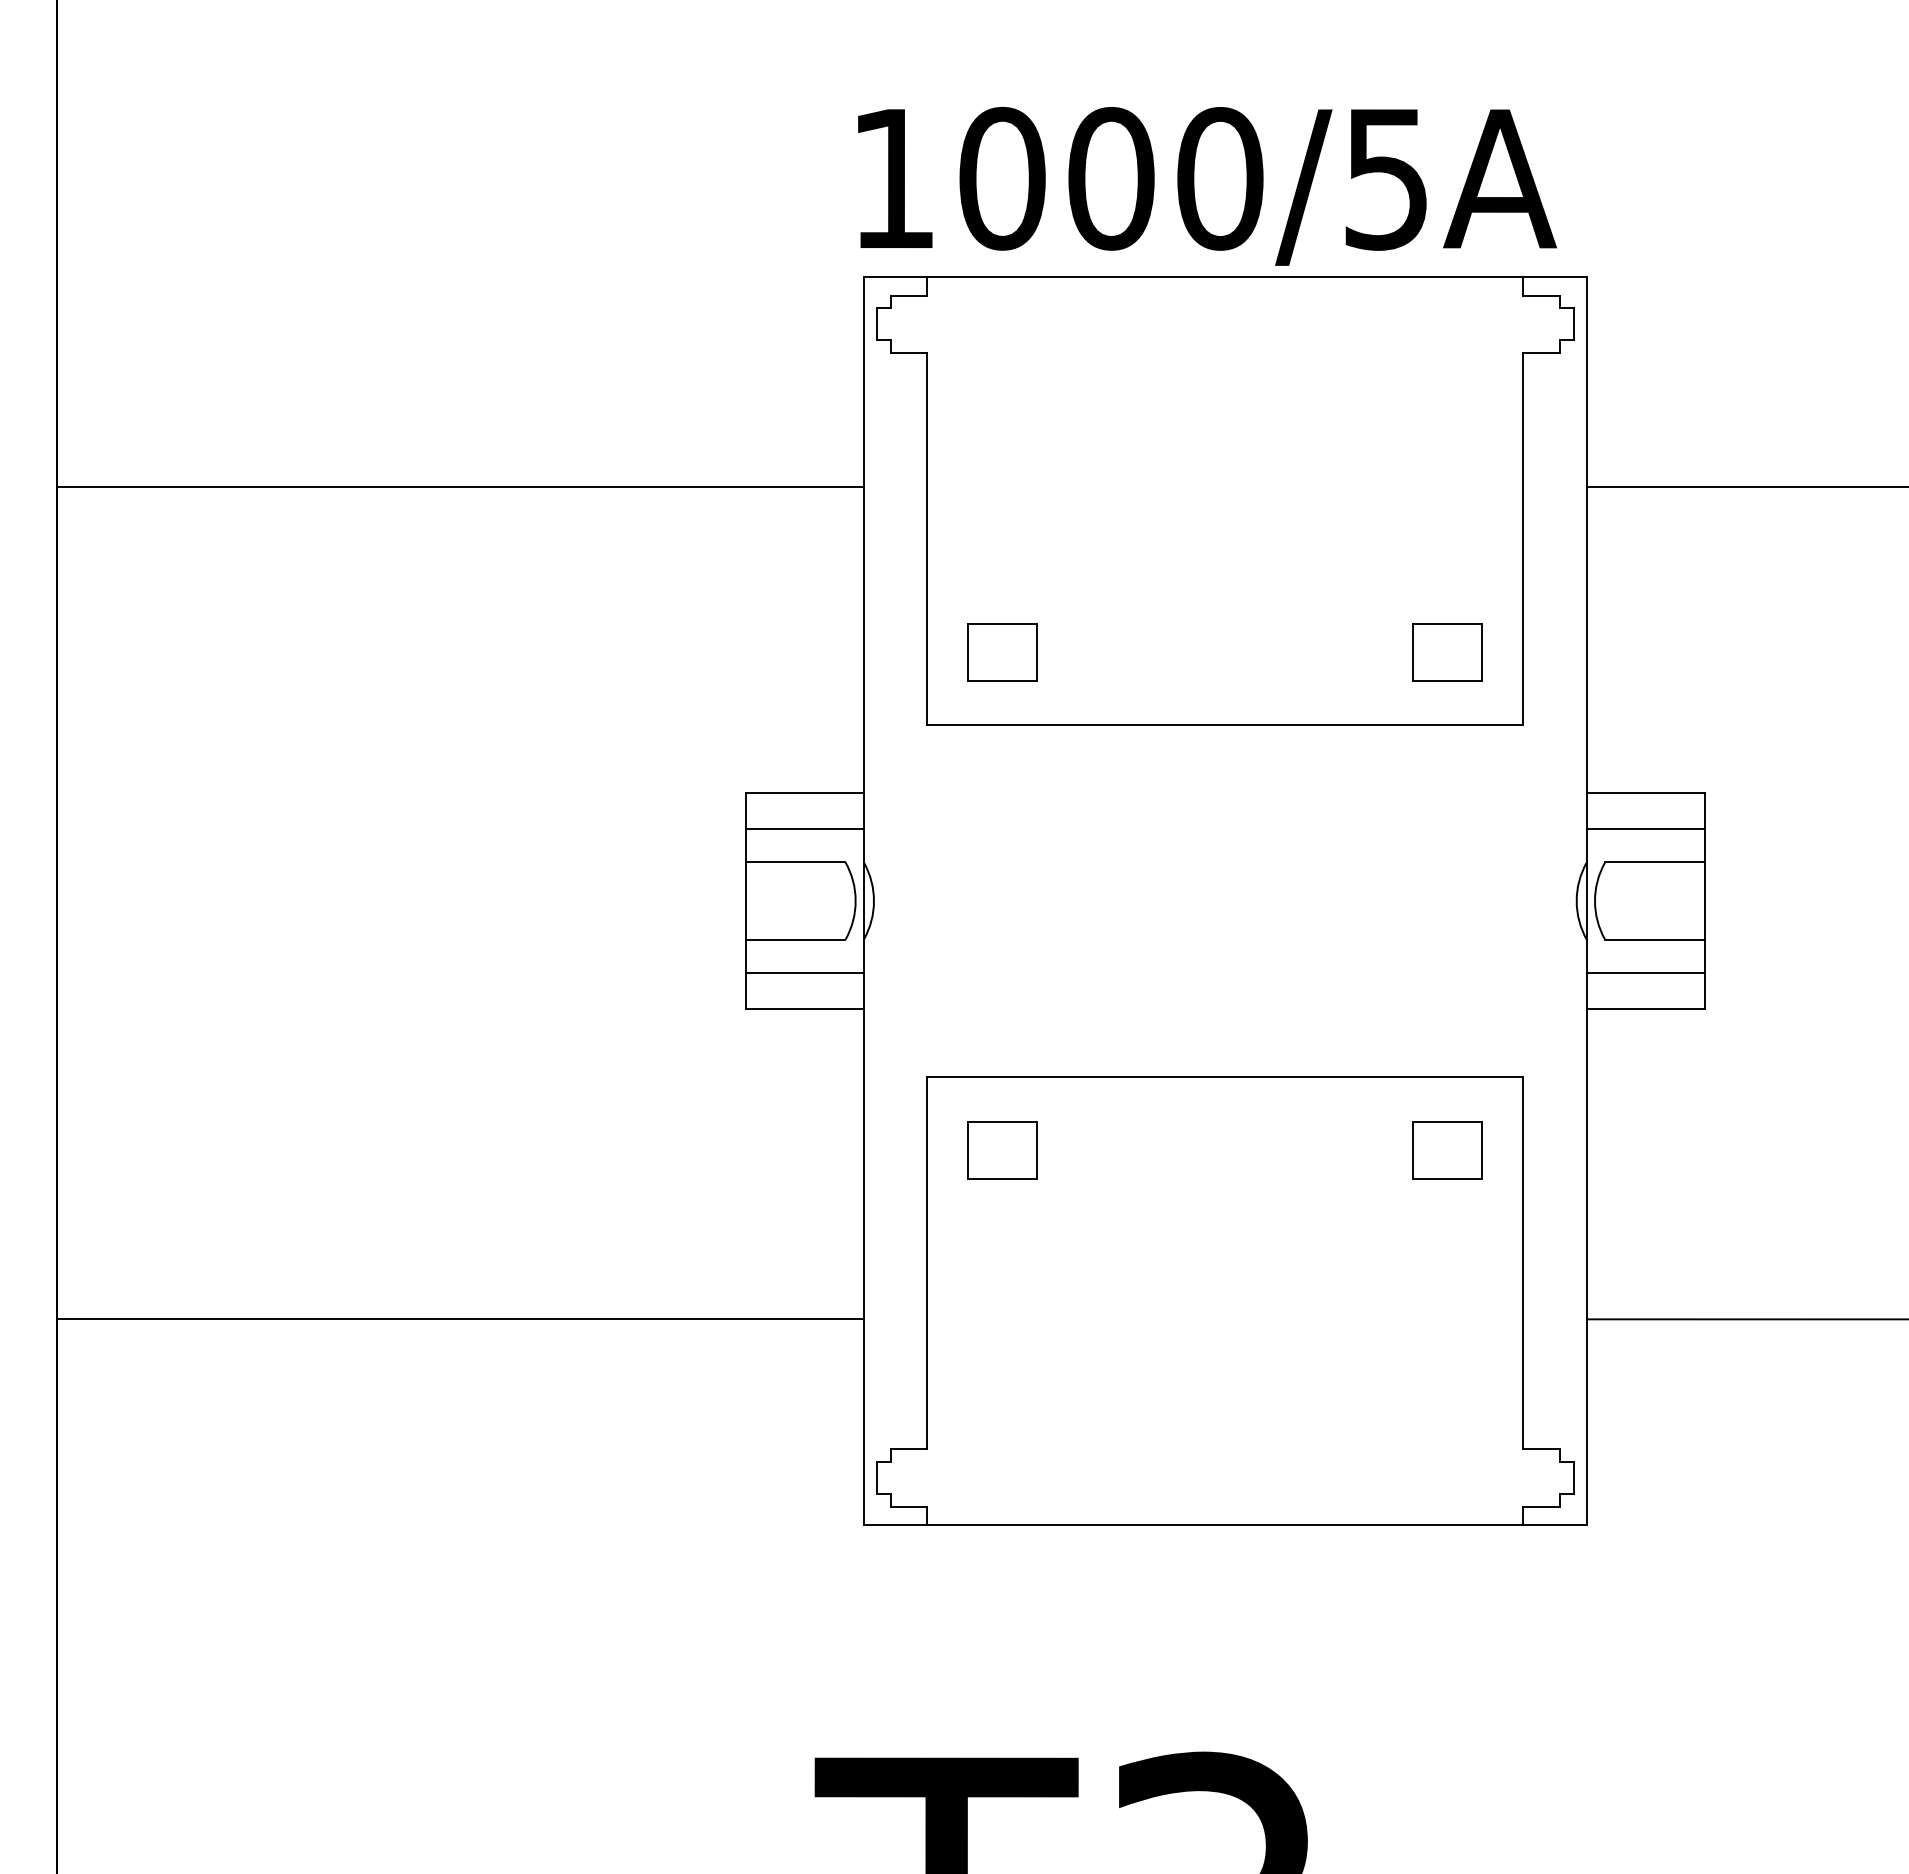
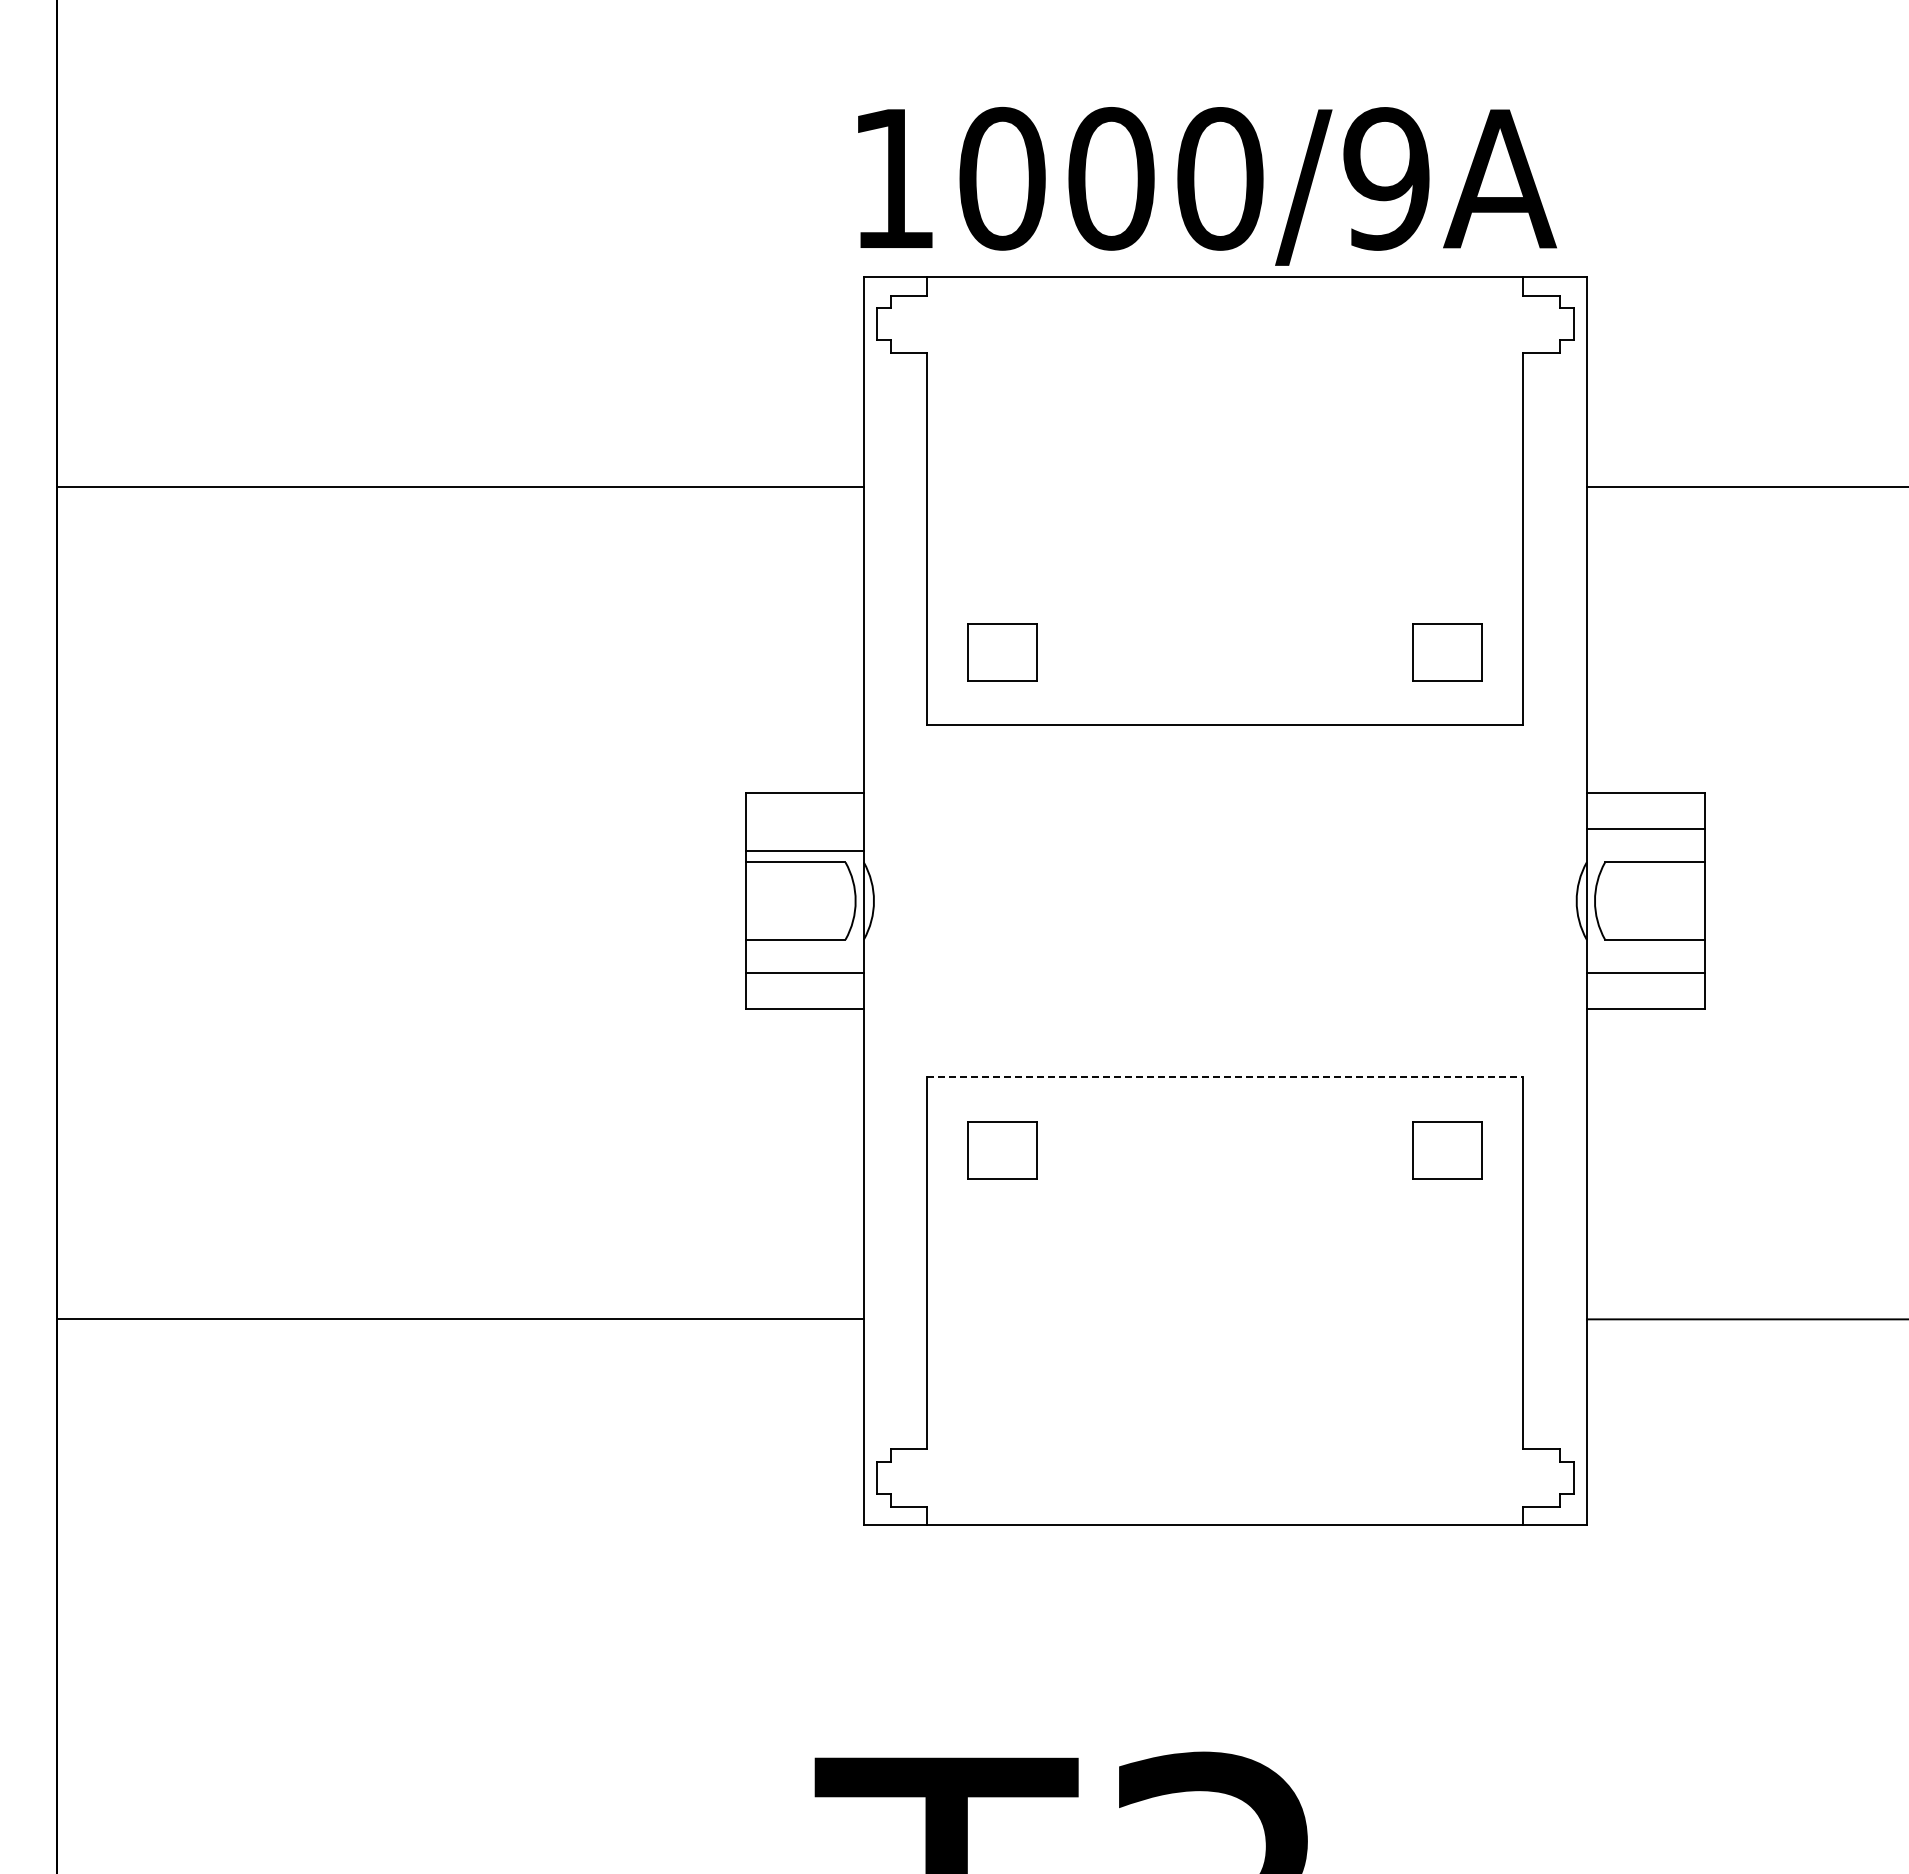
text at (1386, 178): 1000/5A -> 1000/9A
line at (804, 828) position: (804, 828) -> (804, 850)
line at (1225, 1076): solid -> dashed
